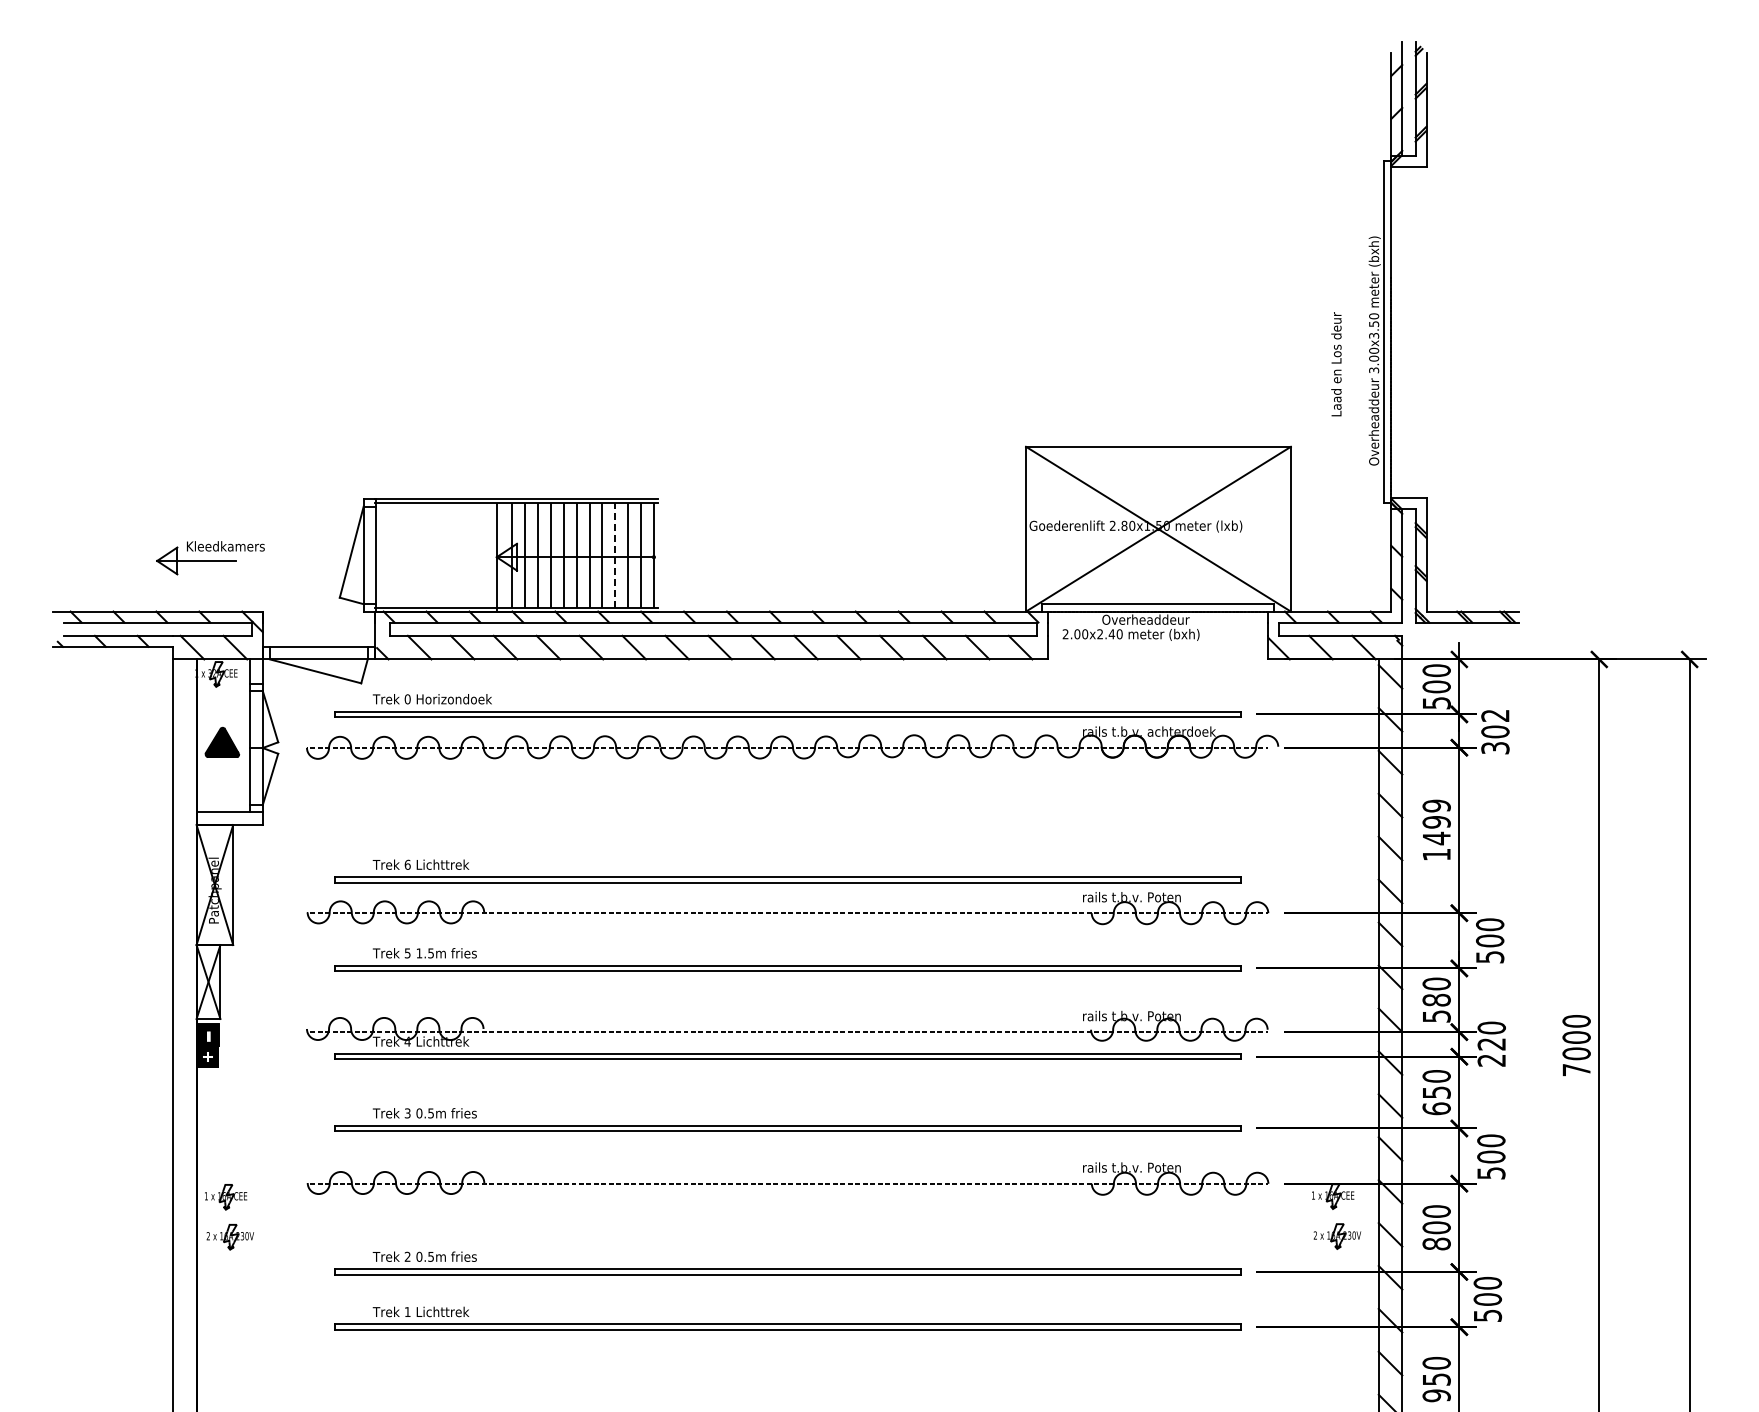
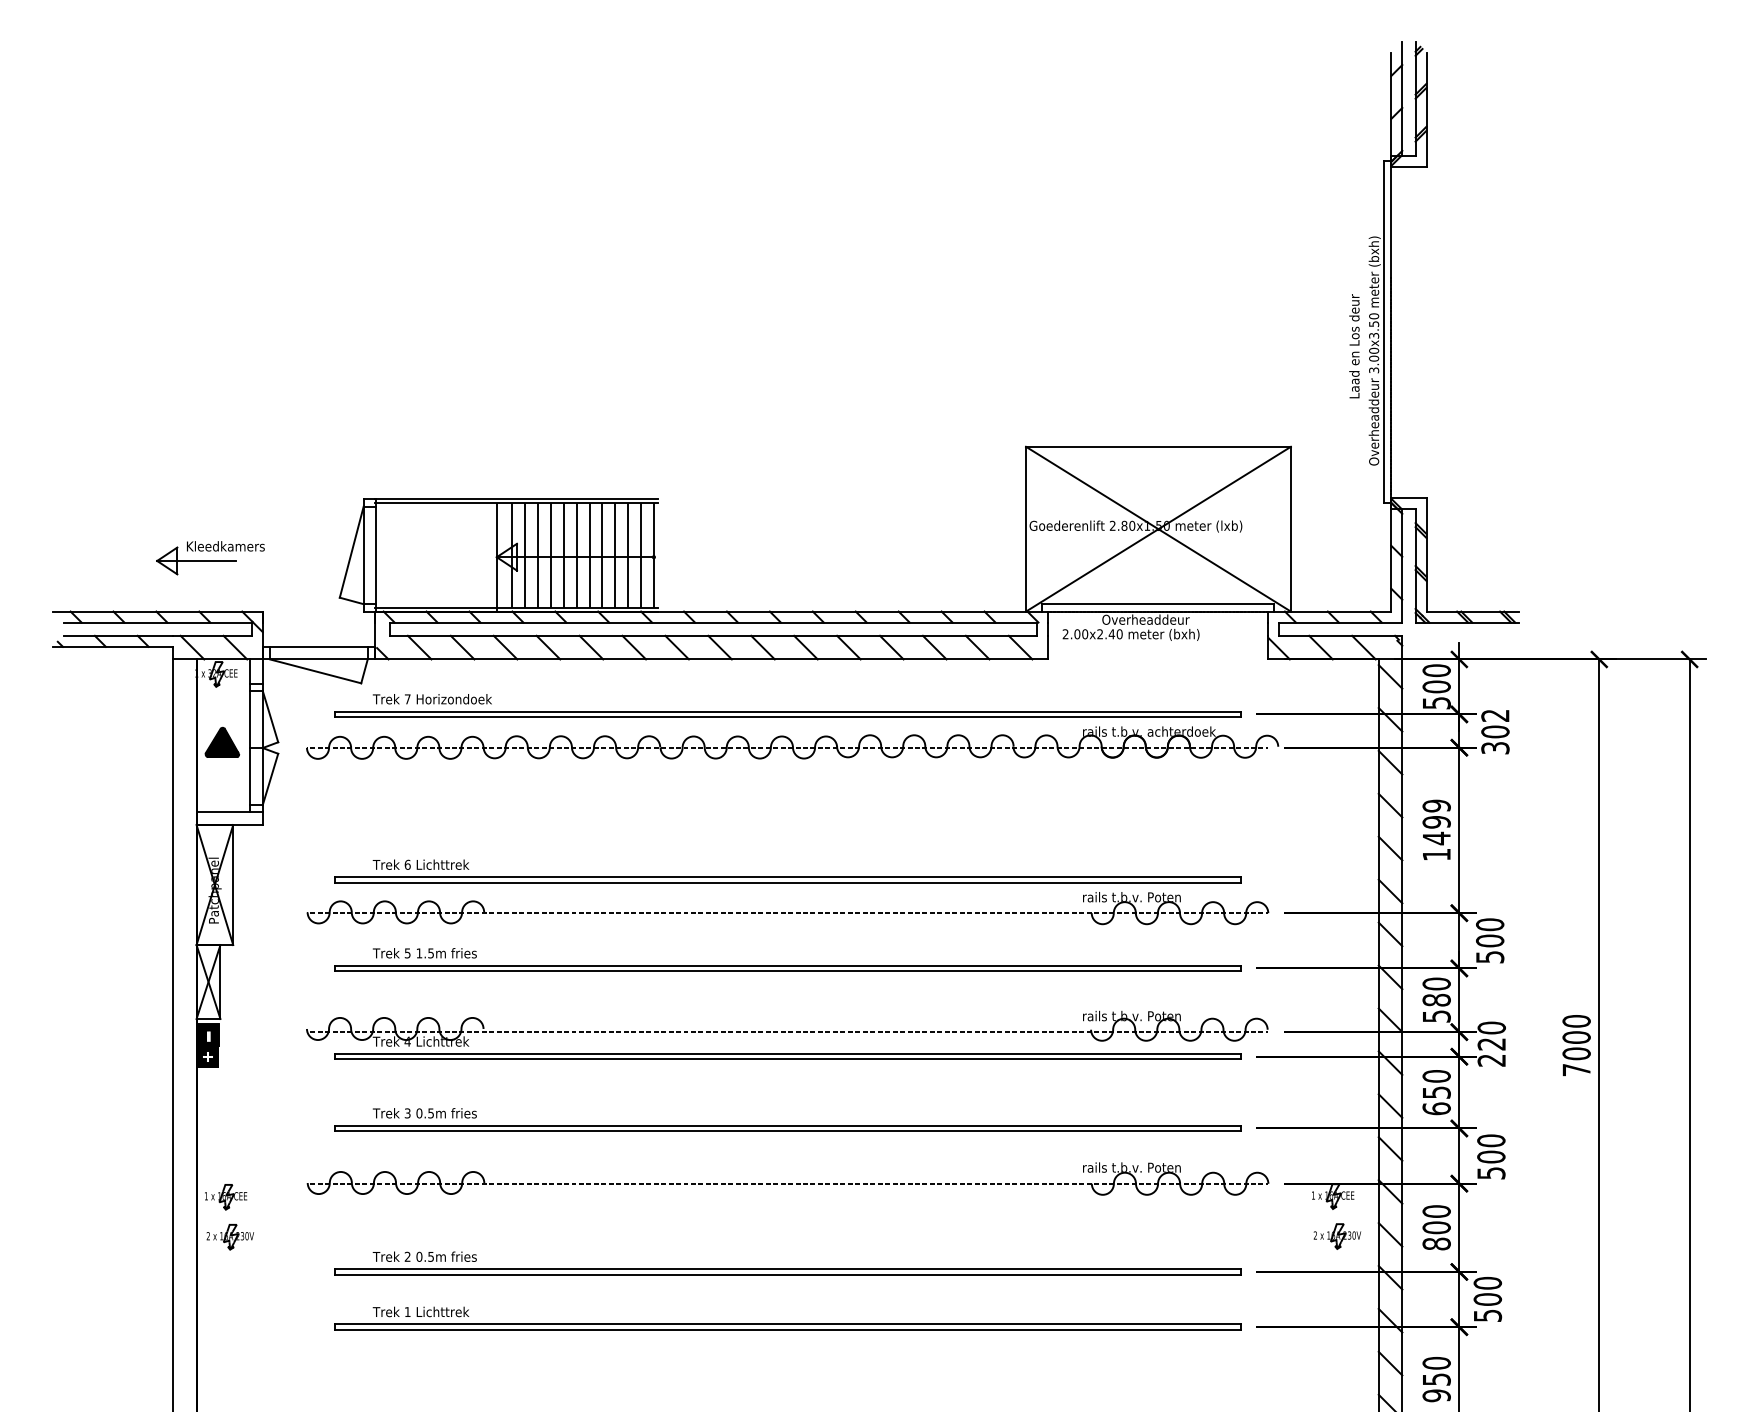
text at (1336, 364) position: (1336, 364) -> (1354, 346)
line at (615, 554): dashed -> solid
text at (407, 699): 0 -> 7
